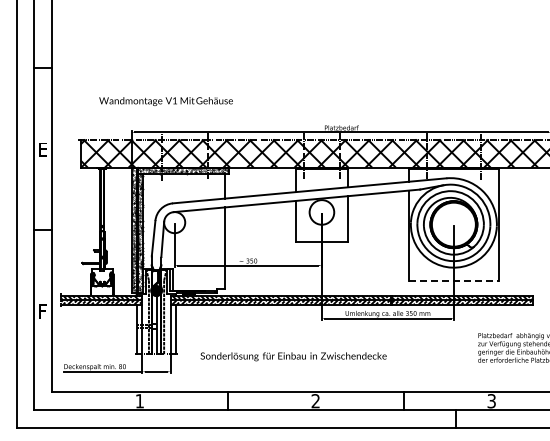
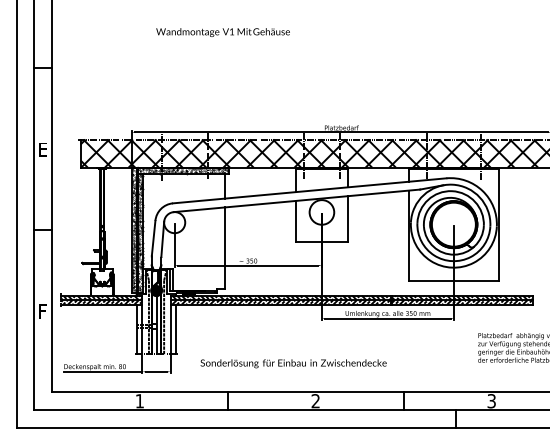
text at (165, 101) position: (165, 101) -> (222, 32)
line at (454, 280): dashed -> solid
text at (293, 356) position: (293, 356) -> (293, 363)
